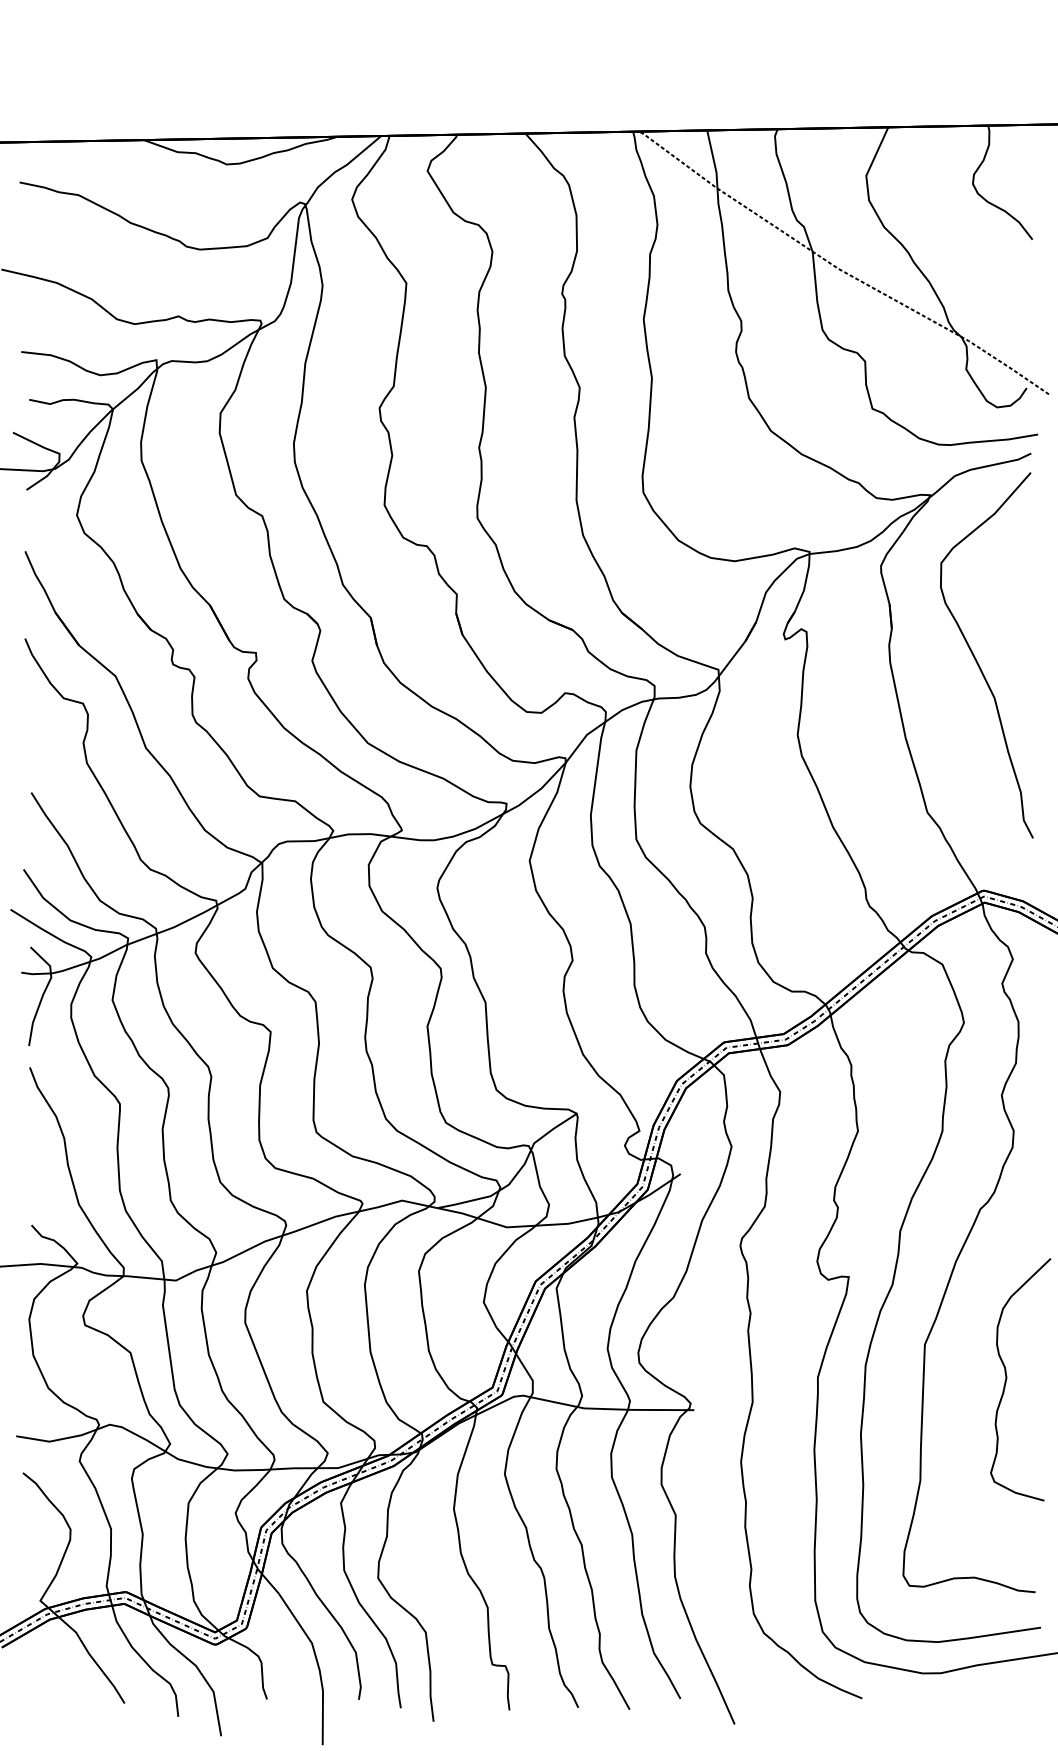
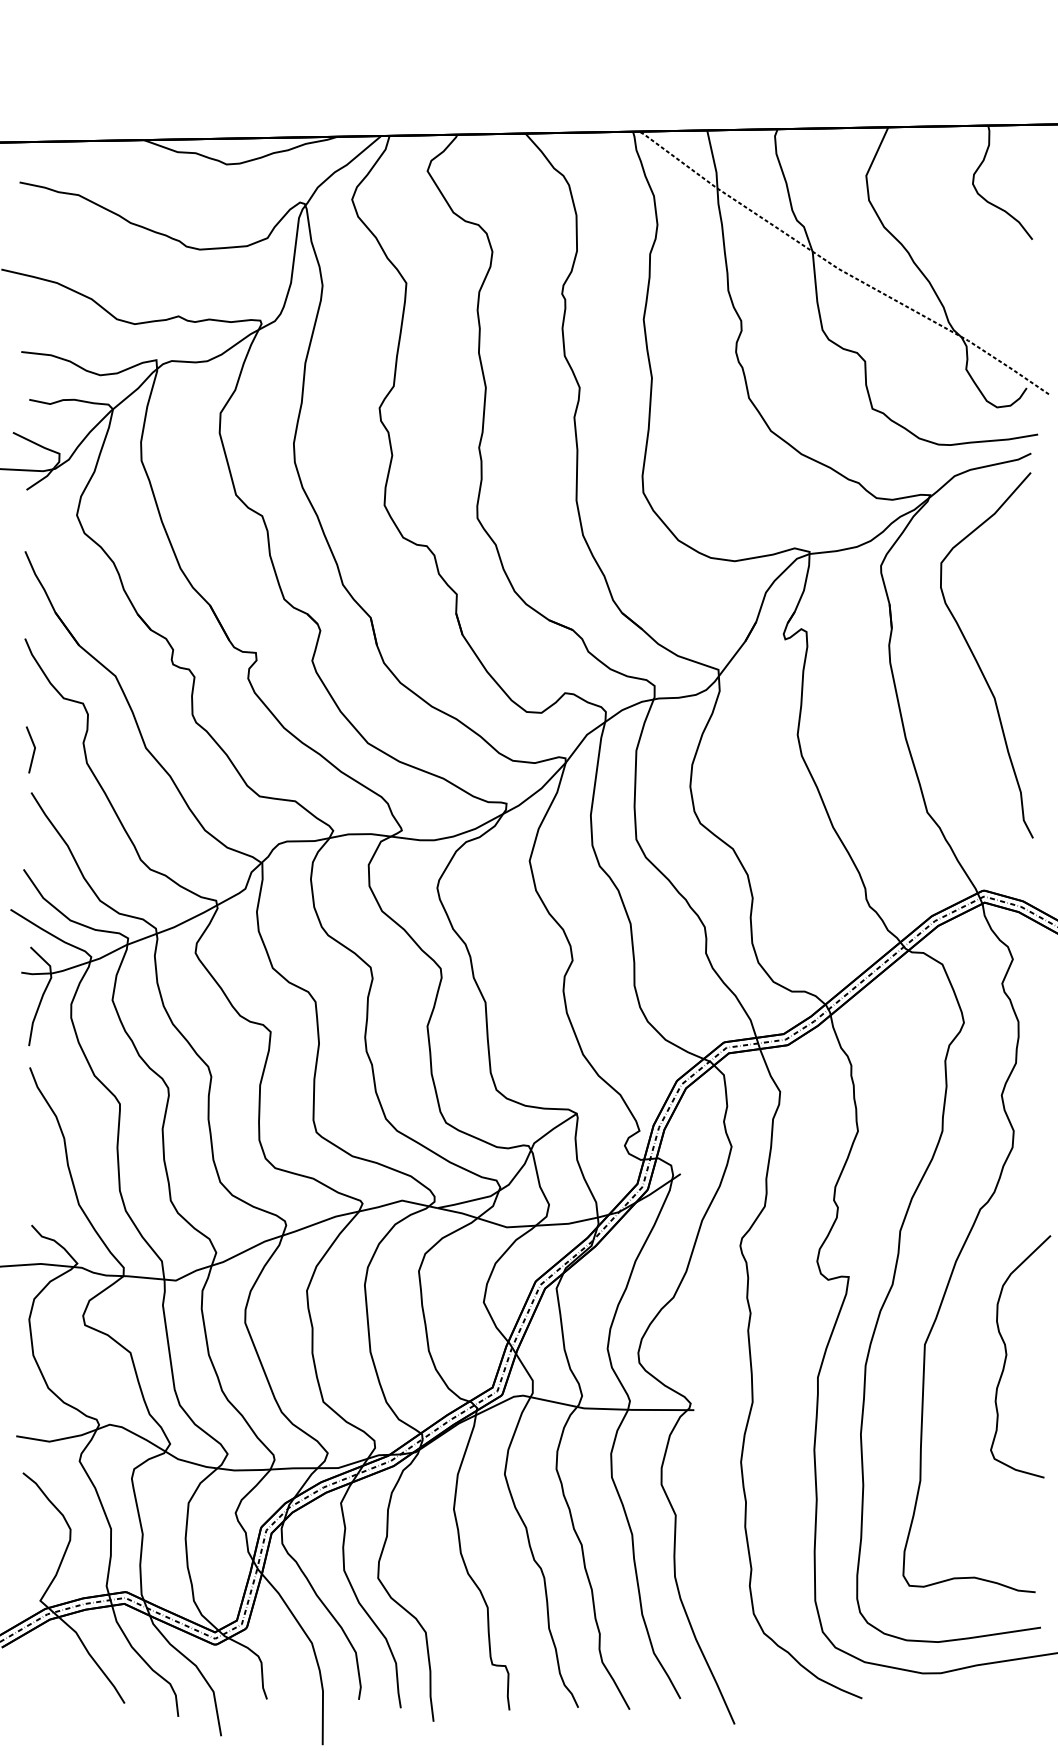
line at (33, 749): none -> present
curve at (1007, 1378) position: (1007, 1378) -> (1007, 1355)
